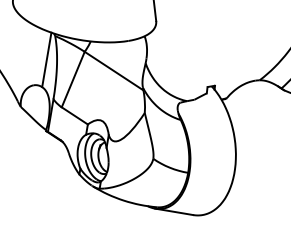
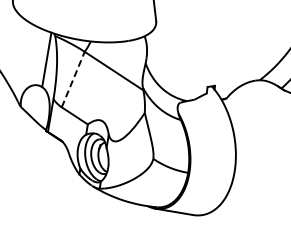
line at (73, 79): solid -> dashed
